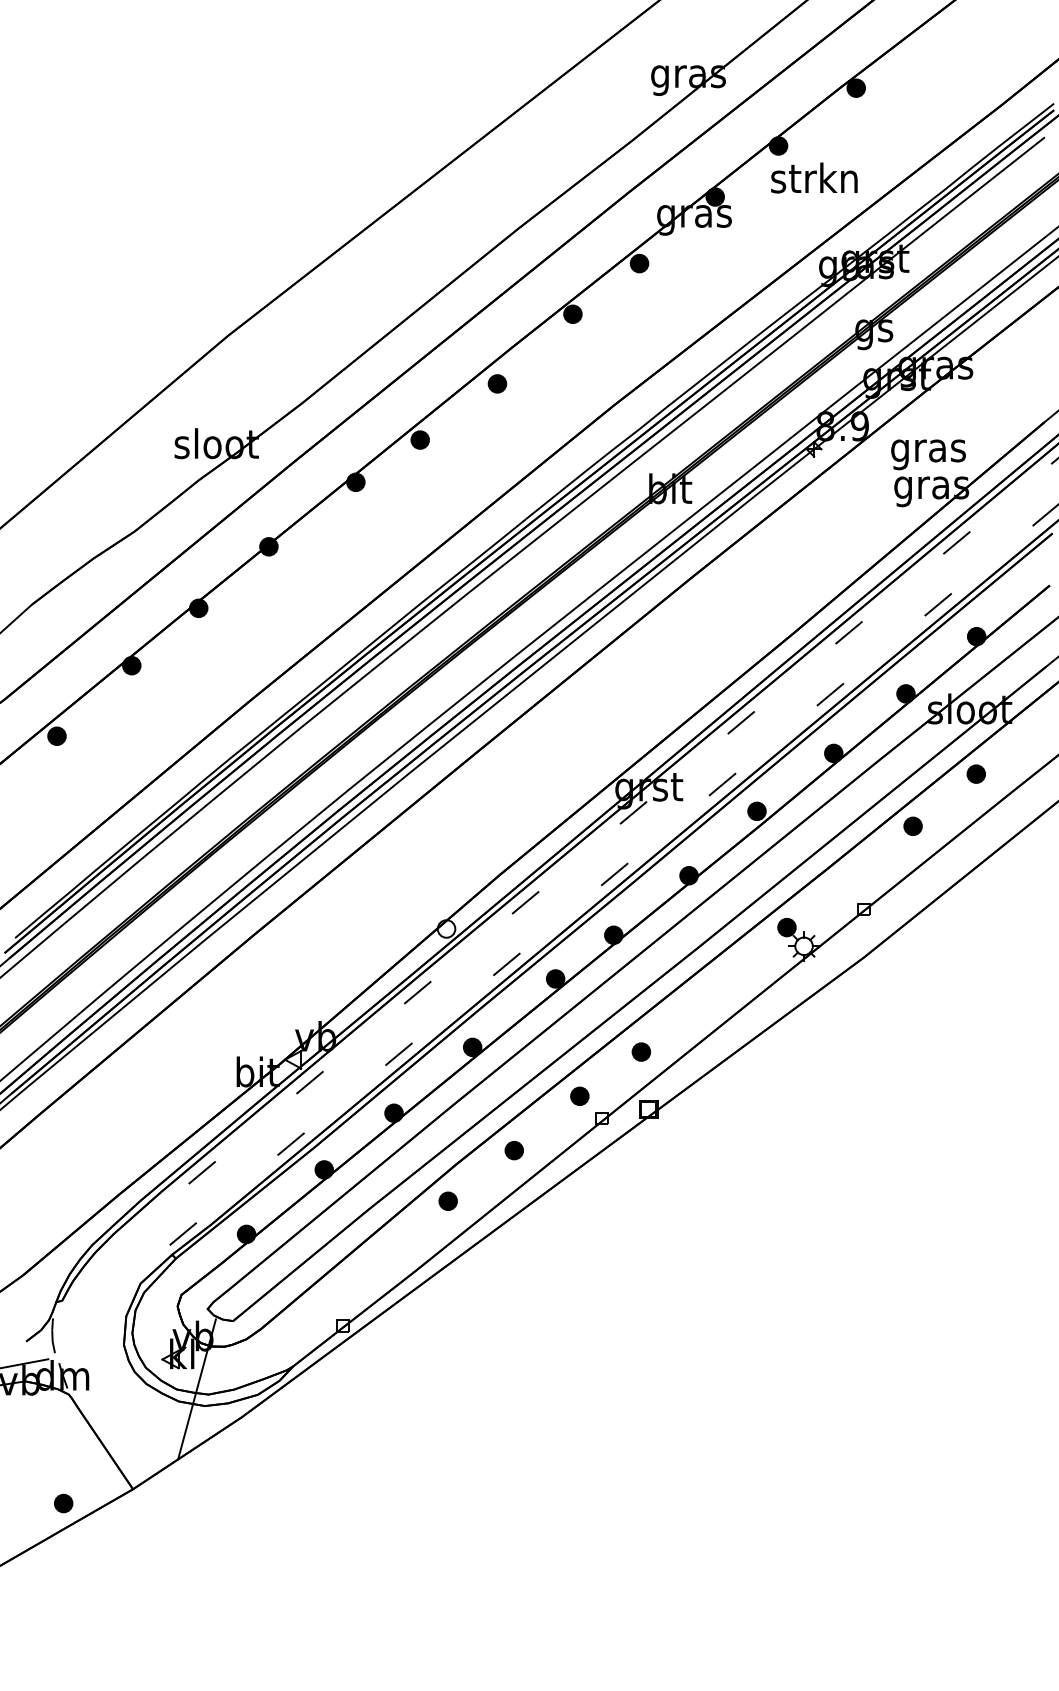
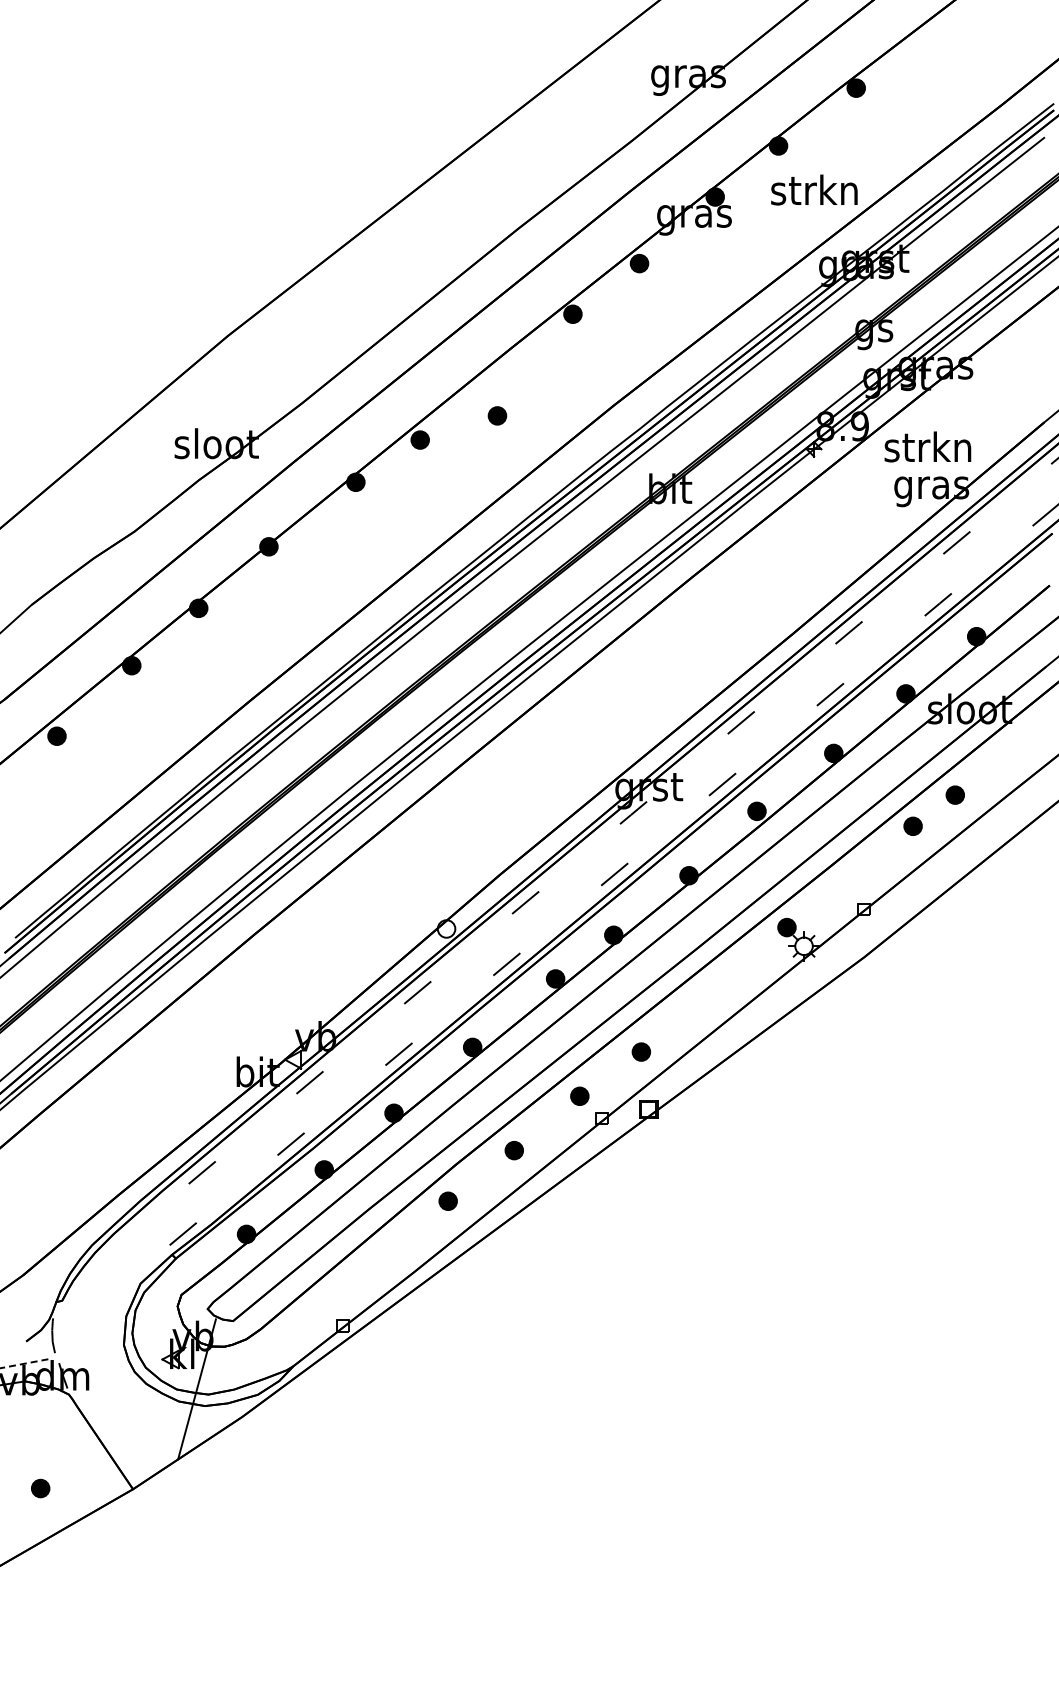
text at (814, 177) position: (814, 177) -> (814, 189)
part at (497, 383) position: (497, 383) -> (497, 415)
text at (927, 450): gras -> strkn
part at (975, 773) position: (975, 773) -> (954, 794)
line at (24, 1363): solid -> dashed
part at (63, 1503) position: (63, 1503) -> (40, 1488)
